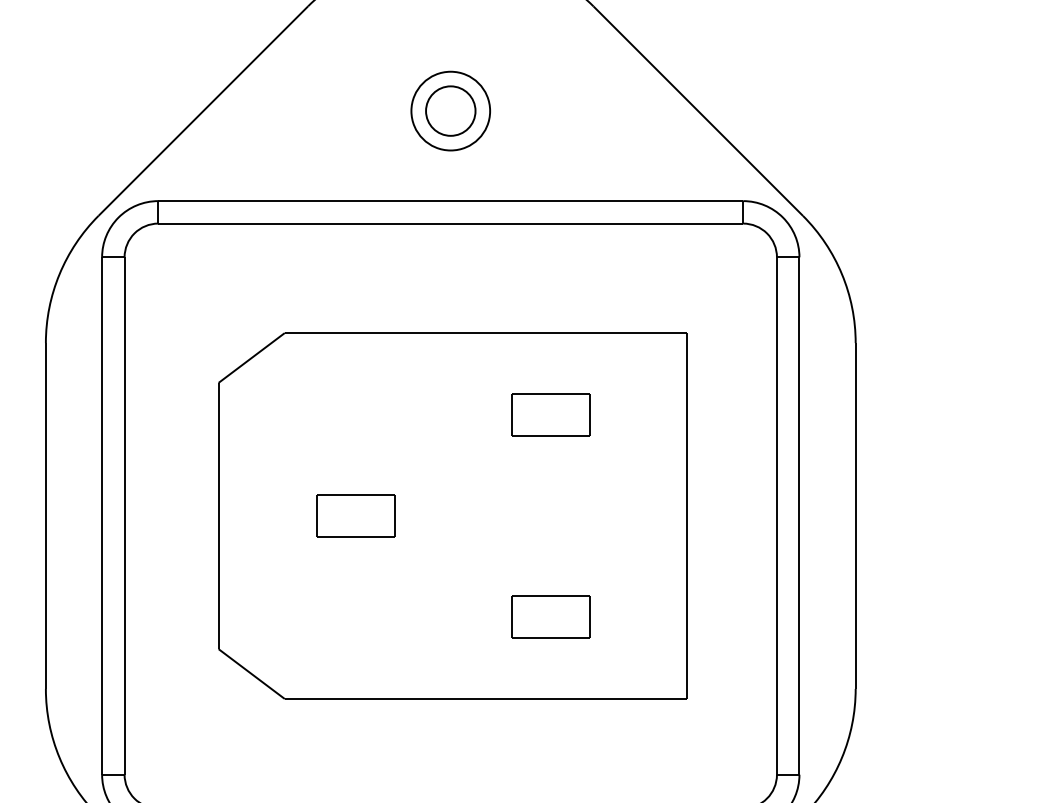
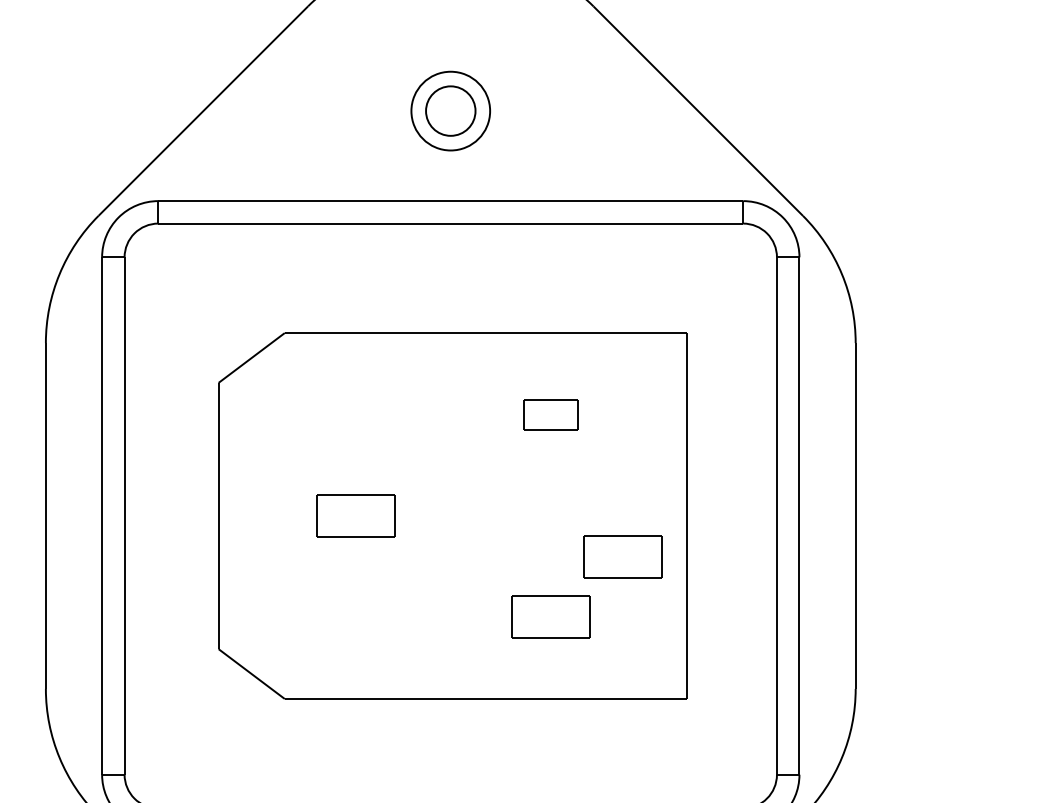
part at (550, 414) size: 80x44 px -> 56x32 px
part at (622, 556): none -> present
